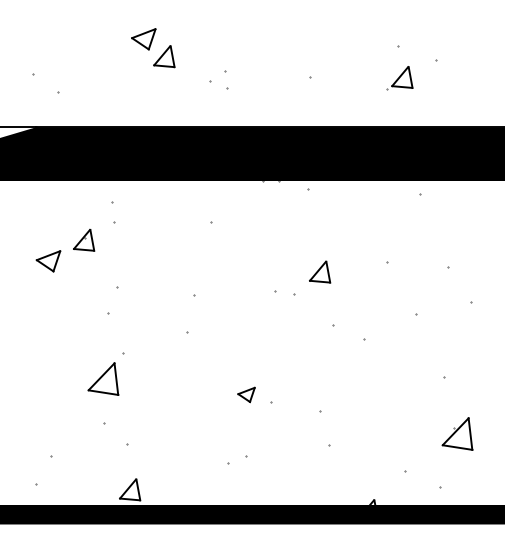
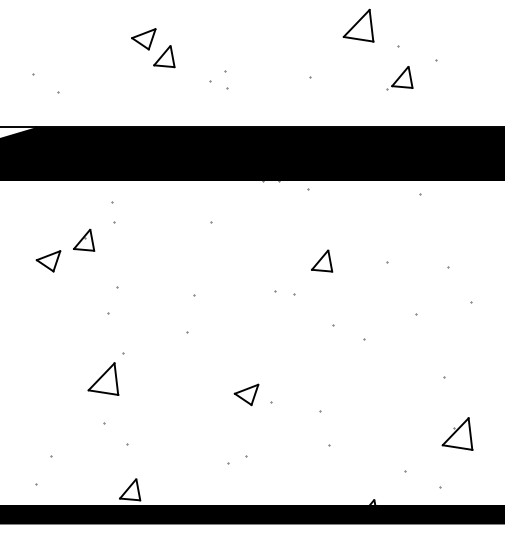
part at (358, 25): none -> present
part at (320, 271) position: (320, 271) -> (322, 260)
part at (246, 394) size: 19x18 px -> 27x24 px
